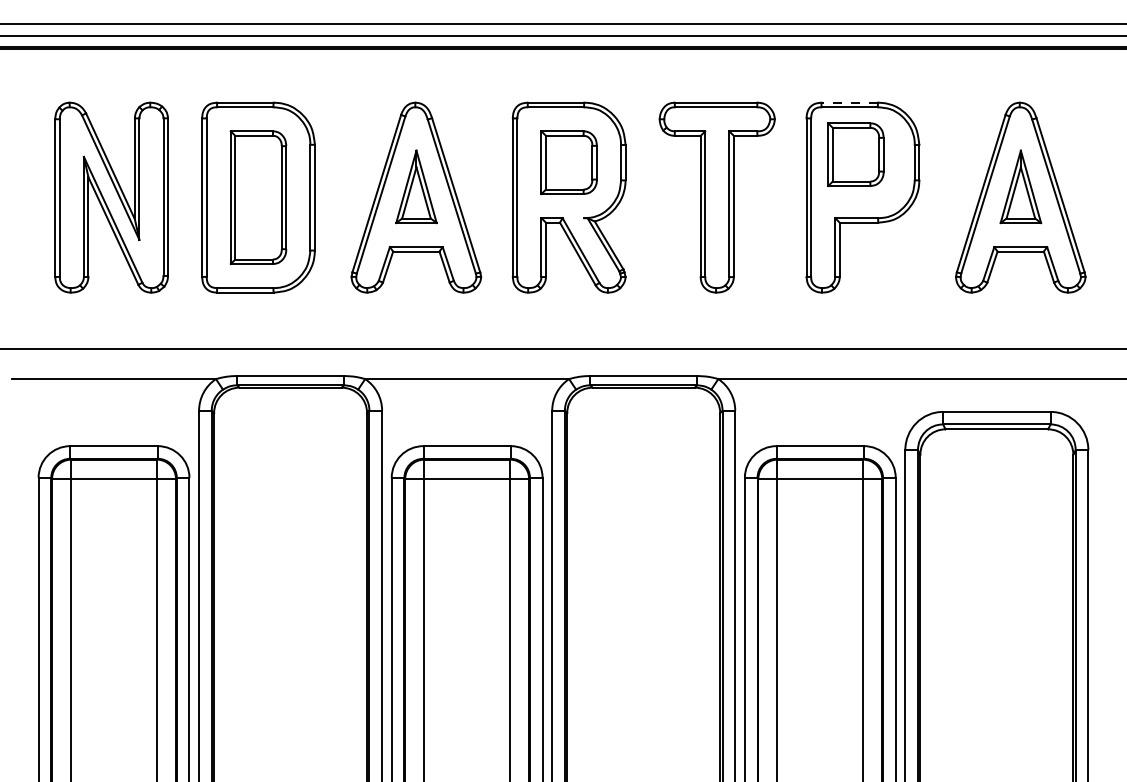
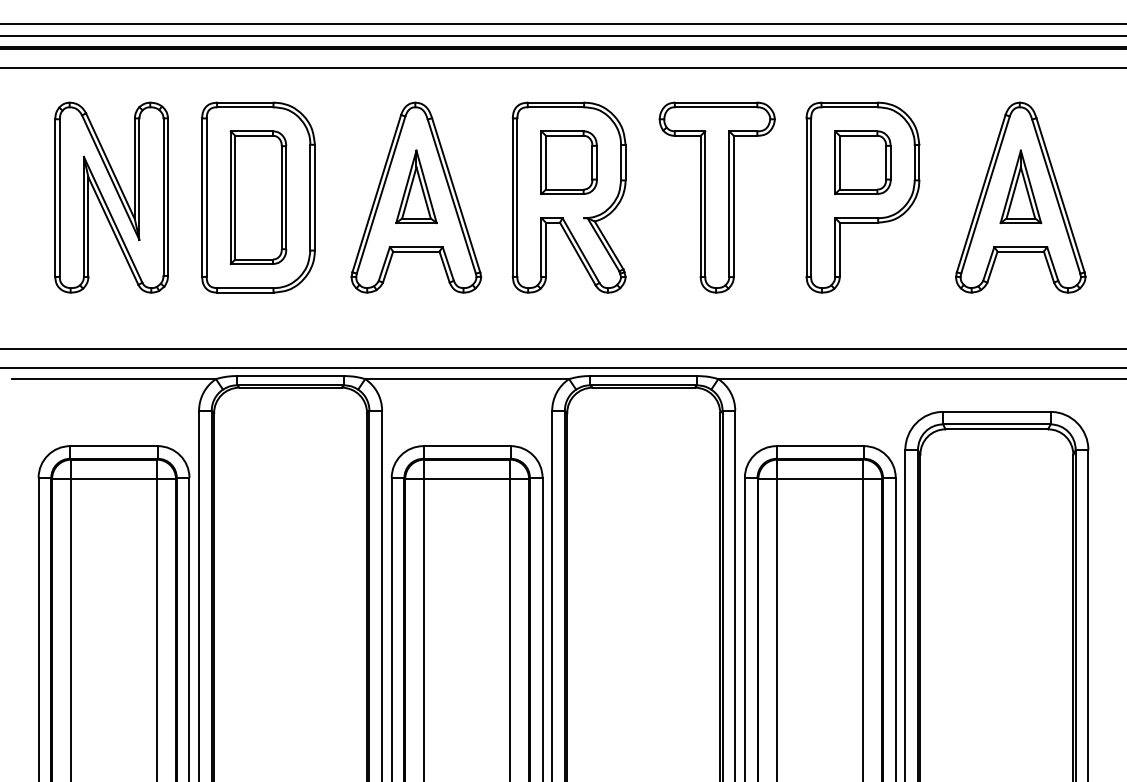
line at (562, 68): none -> present
line at (849, 102): dashed -> solid
part at (855, 154) position: (855, 154) -> (862, 162)
line at (562, 367): none -> present
